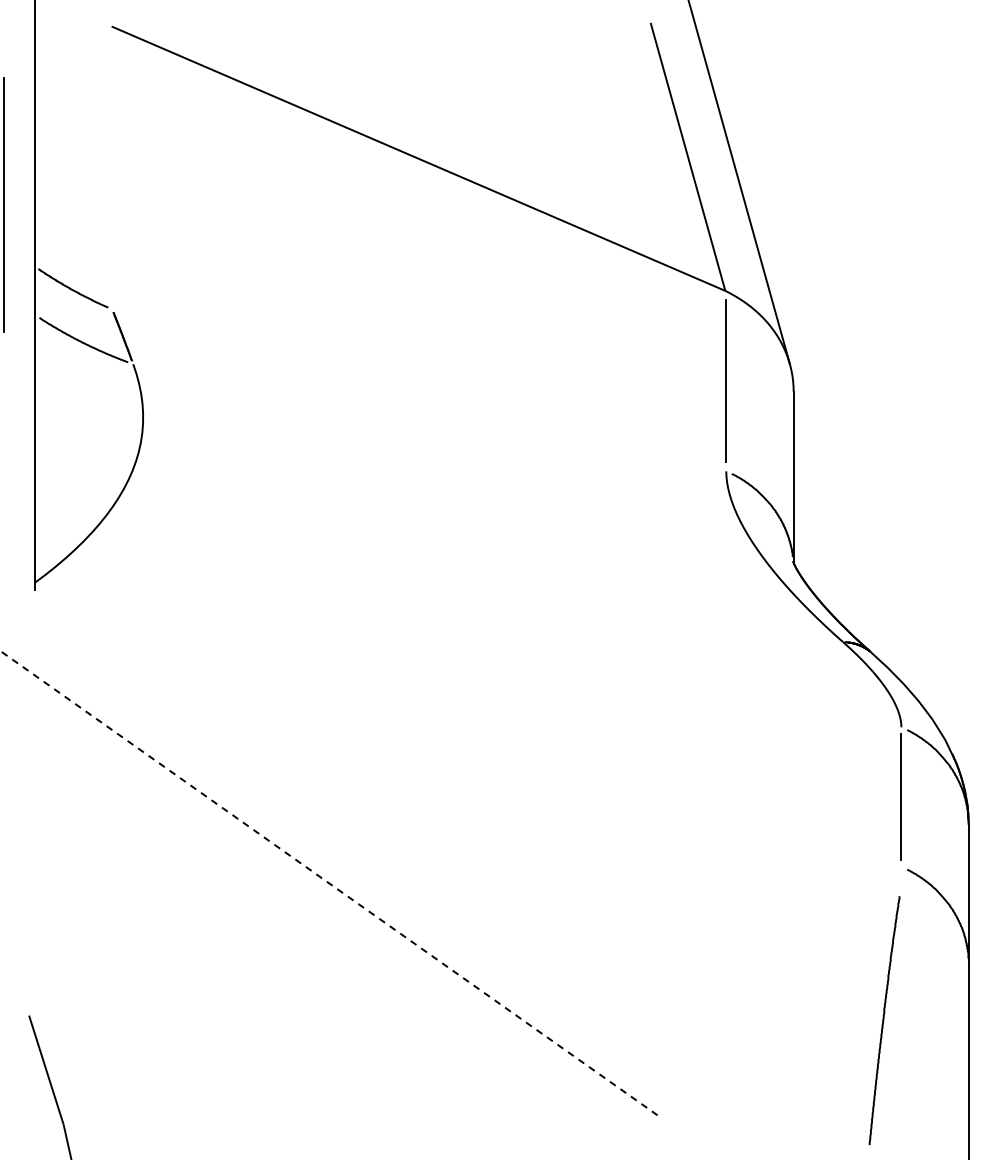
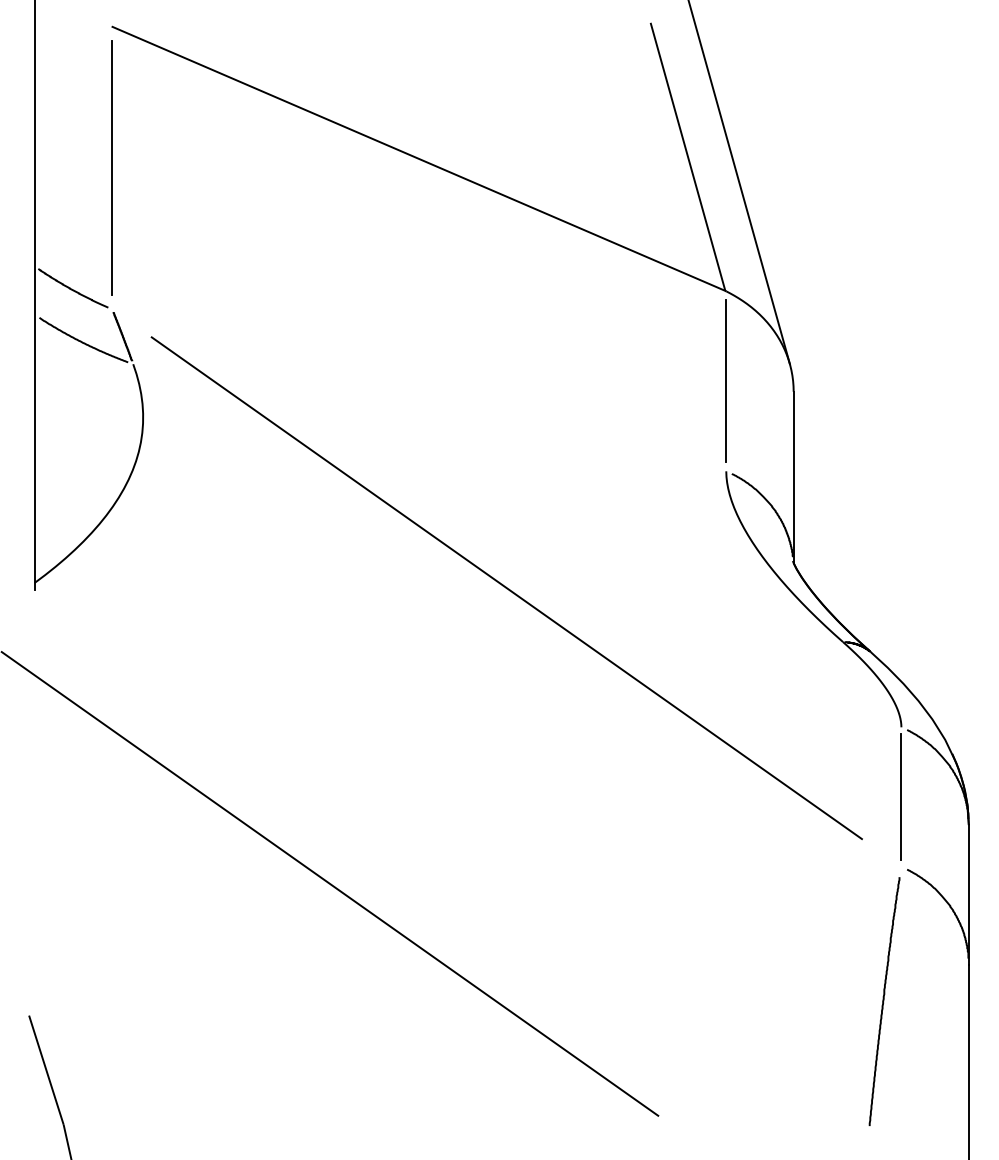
line at (3, 204) position: (3, 204) -> (111, 167)
line at (506, 588): none -> present
line at (330, 883): dashed -> solid
curve at (884, 1020) position: (884, 1020) -> (884, 1001)
